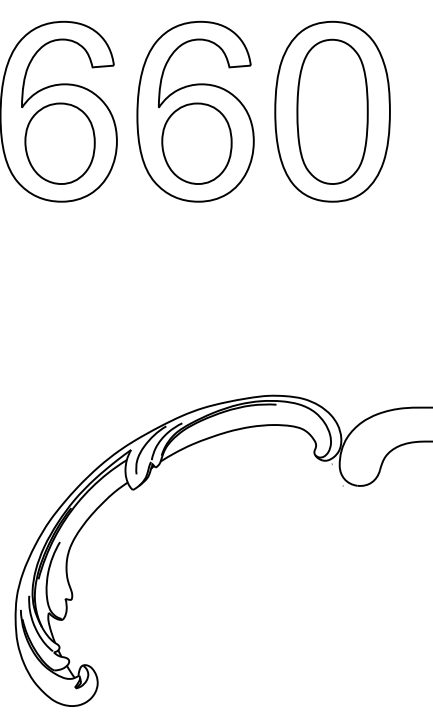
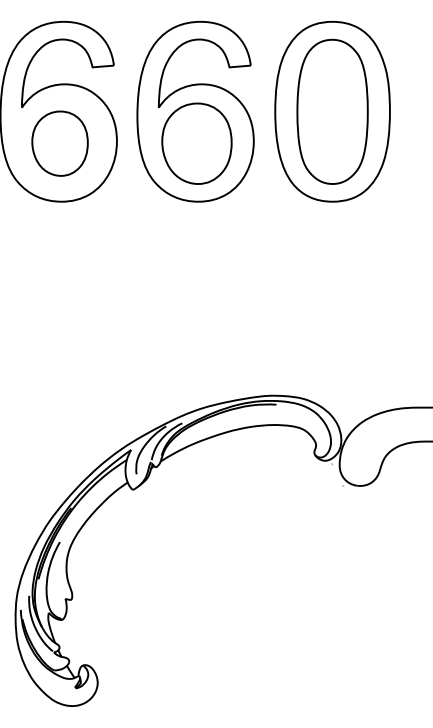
part at (59, 143) size: 72x83 px -> 58x67 px
